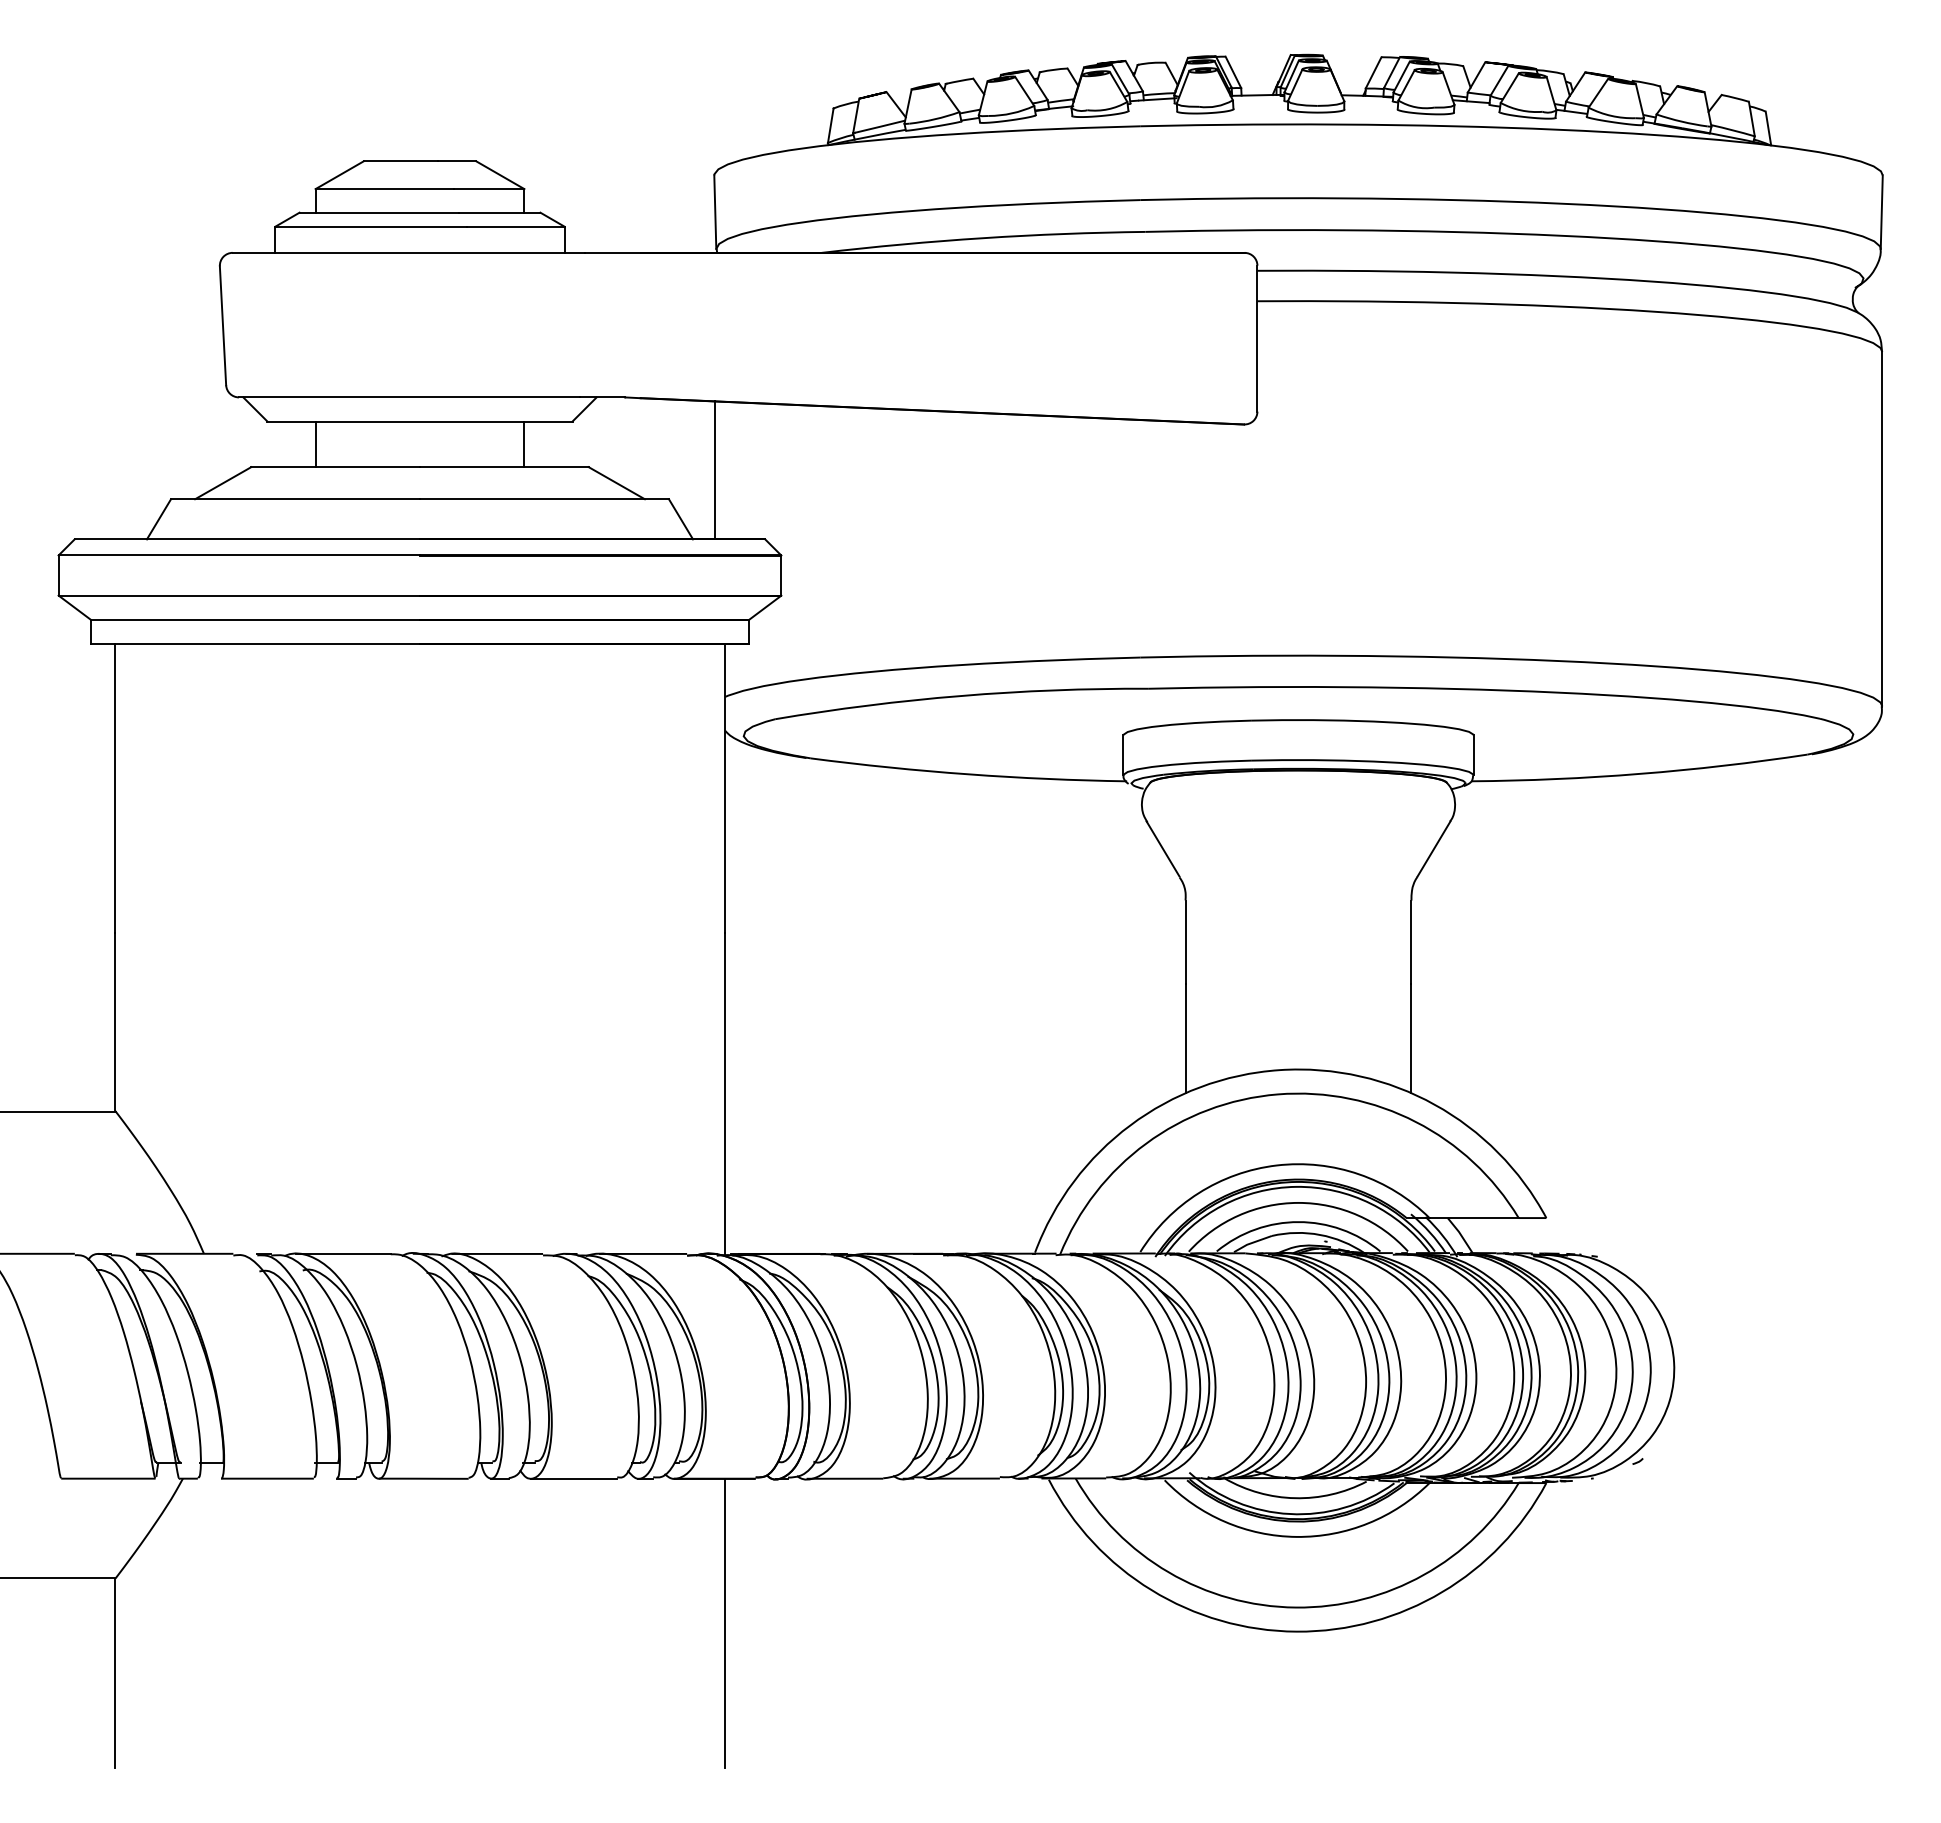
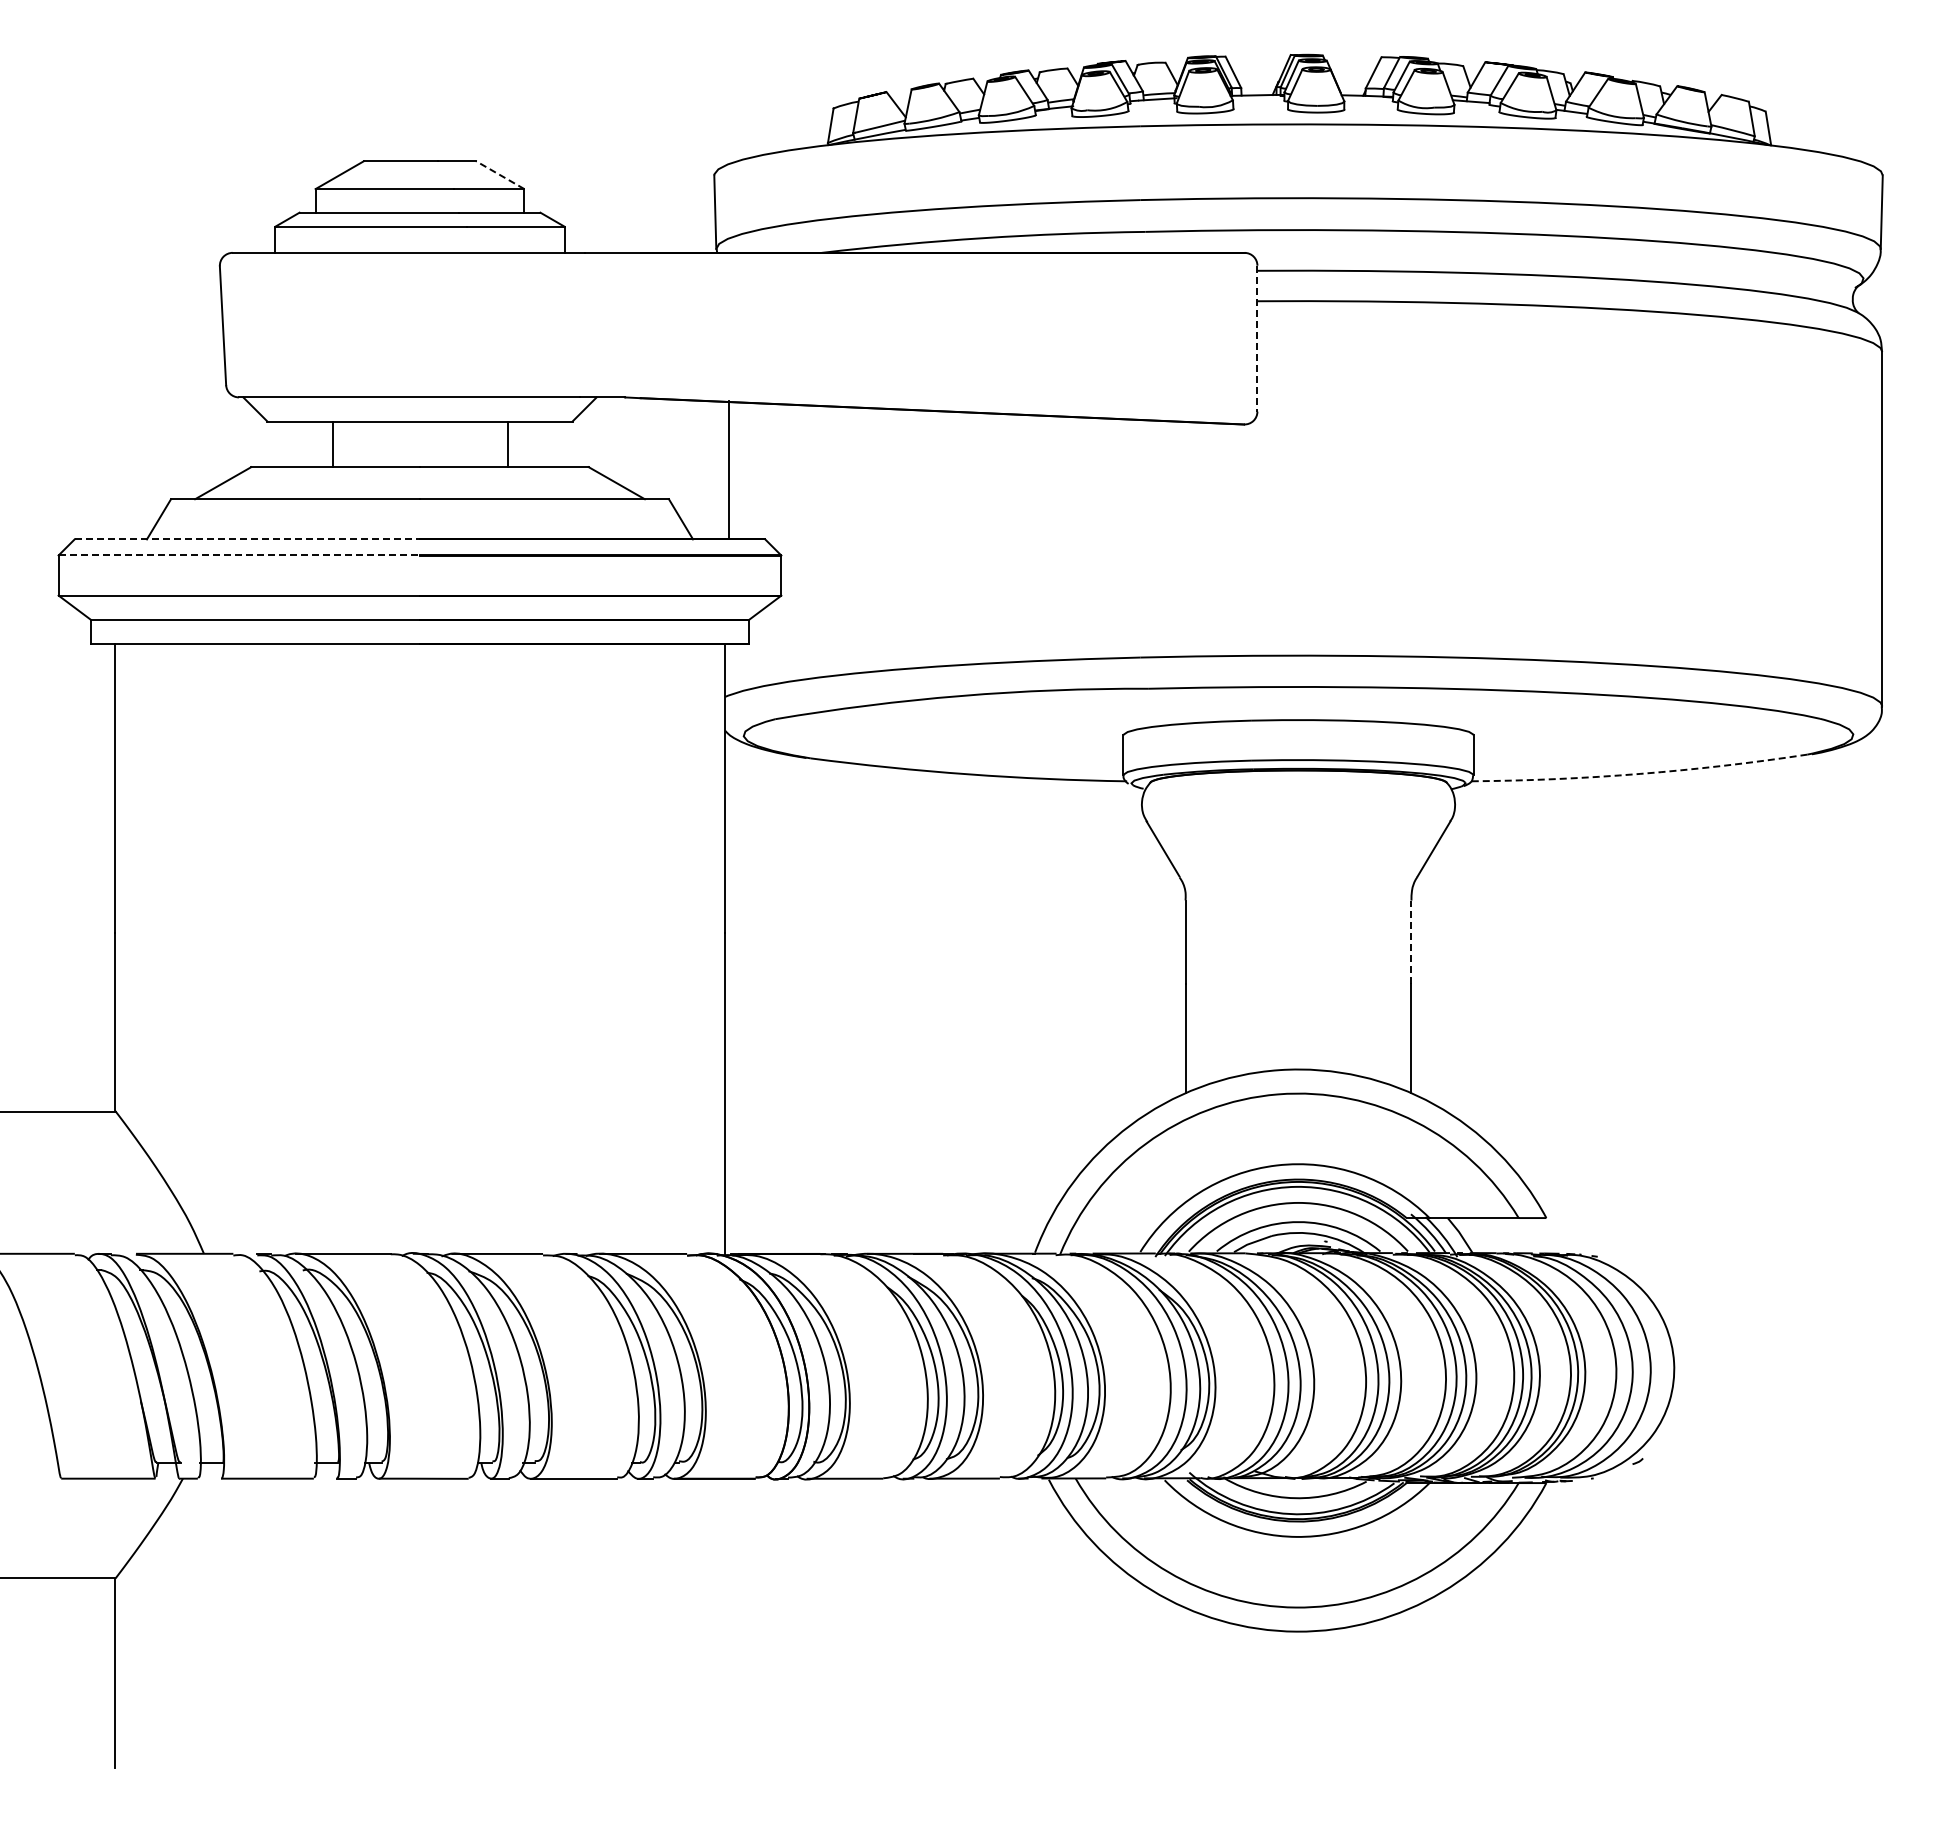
line at (500, 175): solid -> dashed
line at (1257, 338): solid -> dashed
line at (315, 444) position: (315, 444) -> (332, 444)
line at (524, 444) position: (524, 444) -> (508, 444)
line at (714, 470) position: (714, 470) -> (728, 470)
line at (247, 539): solid -> dashed
line at (239, 555): solid -> dashed
arc at (1640, 773): solid -> dashed
line at (1410, 942): solid -> dashed
line at (725, 1623): present -> none
